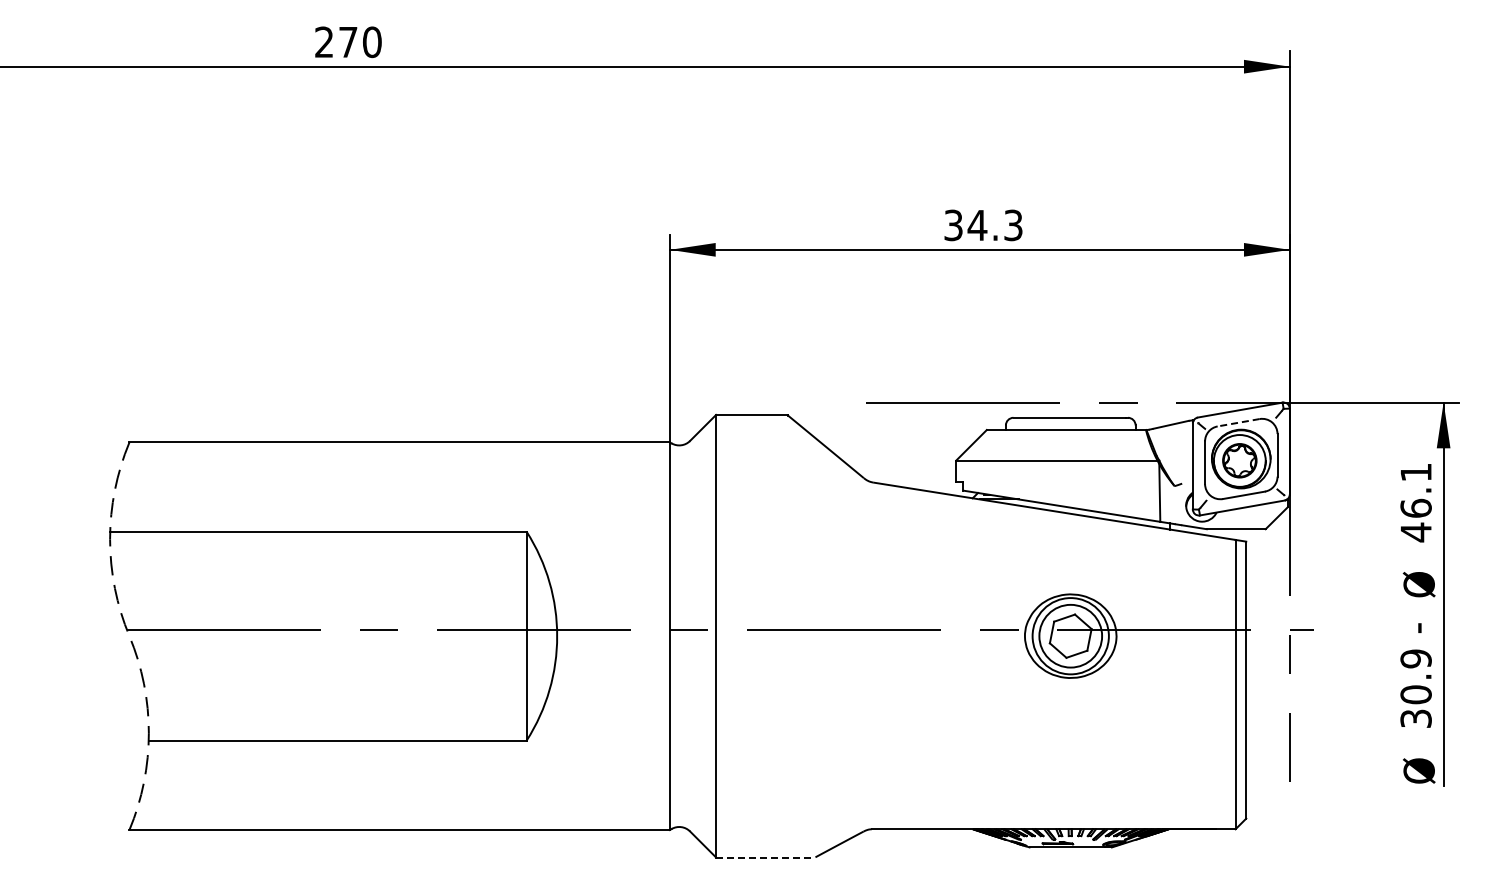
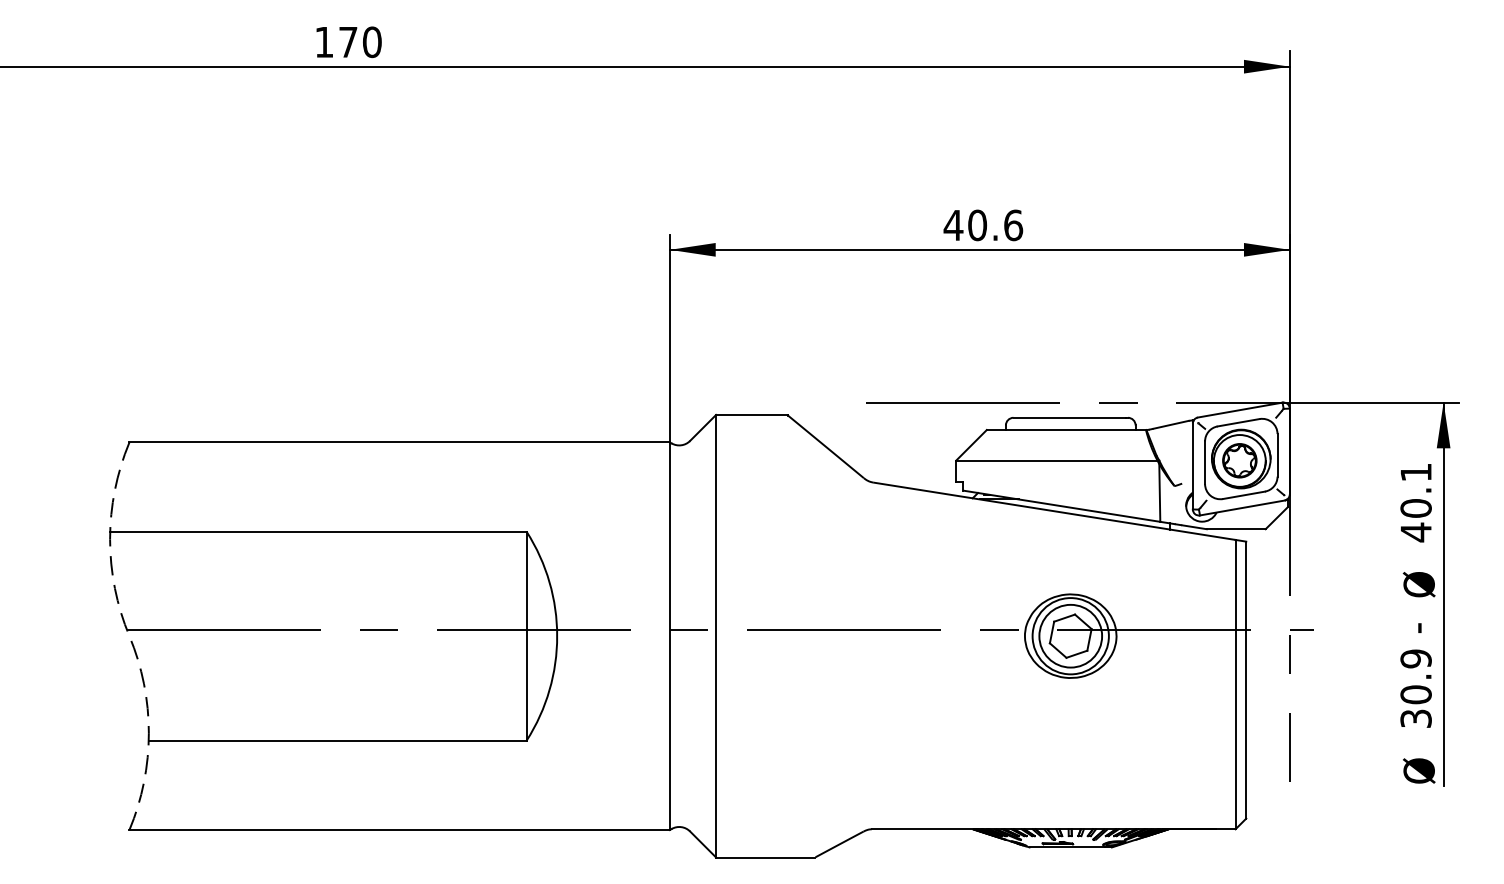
text at (323, 41): 270 -> 170
text at (983, 225): 34.3 -> 40.6
line at (1238, 422): dashed -> solid
text at (1415, 507): 46.1 -> 40.1
line at (765, 857): dashed -> solid
